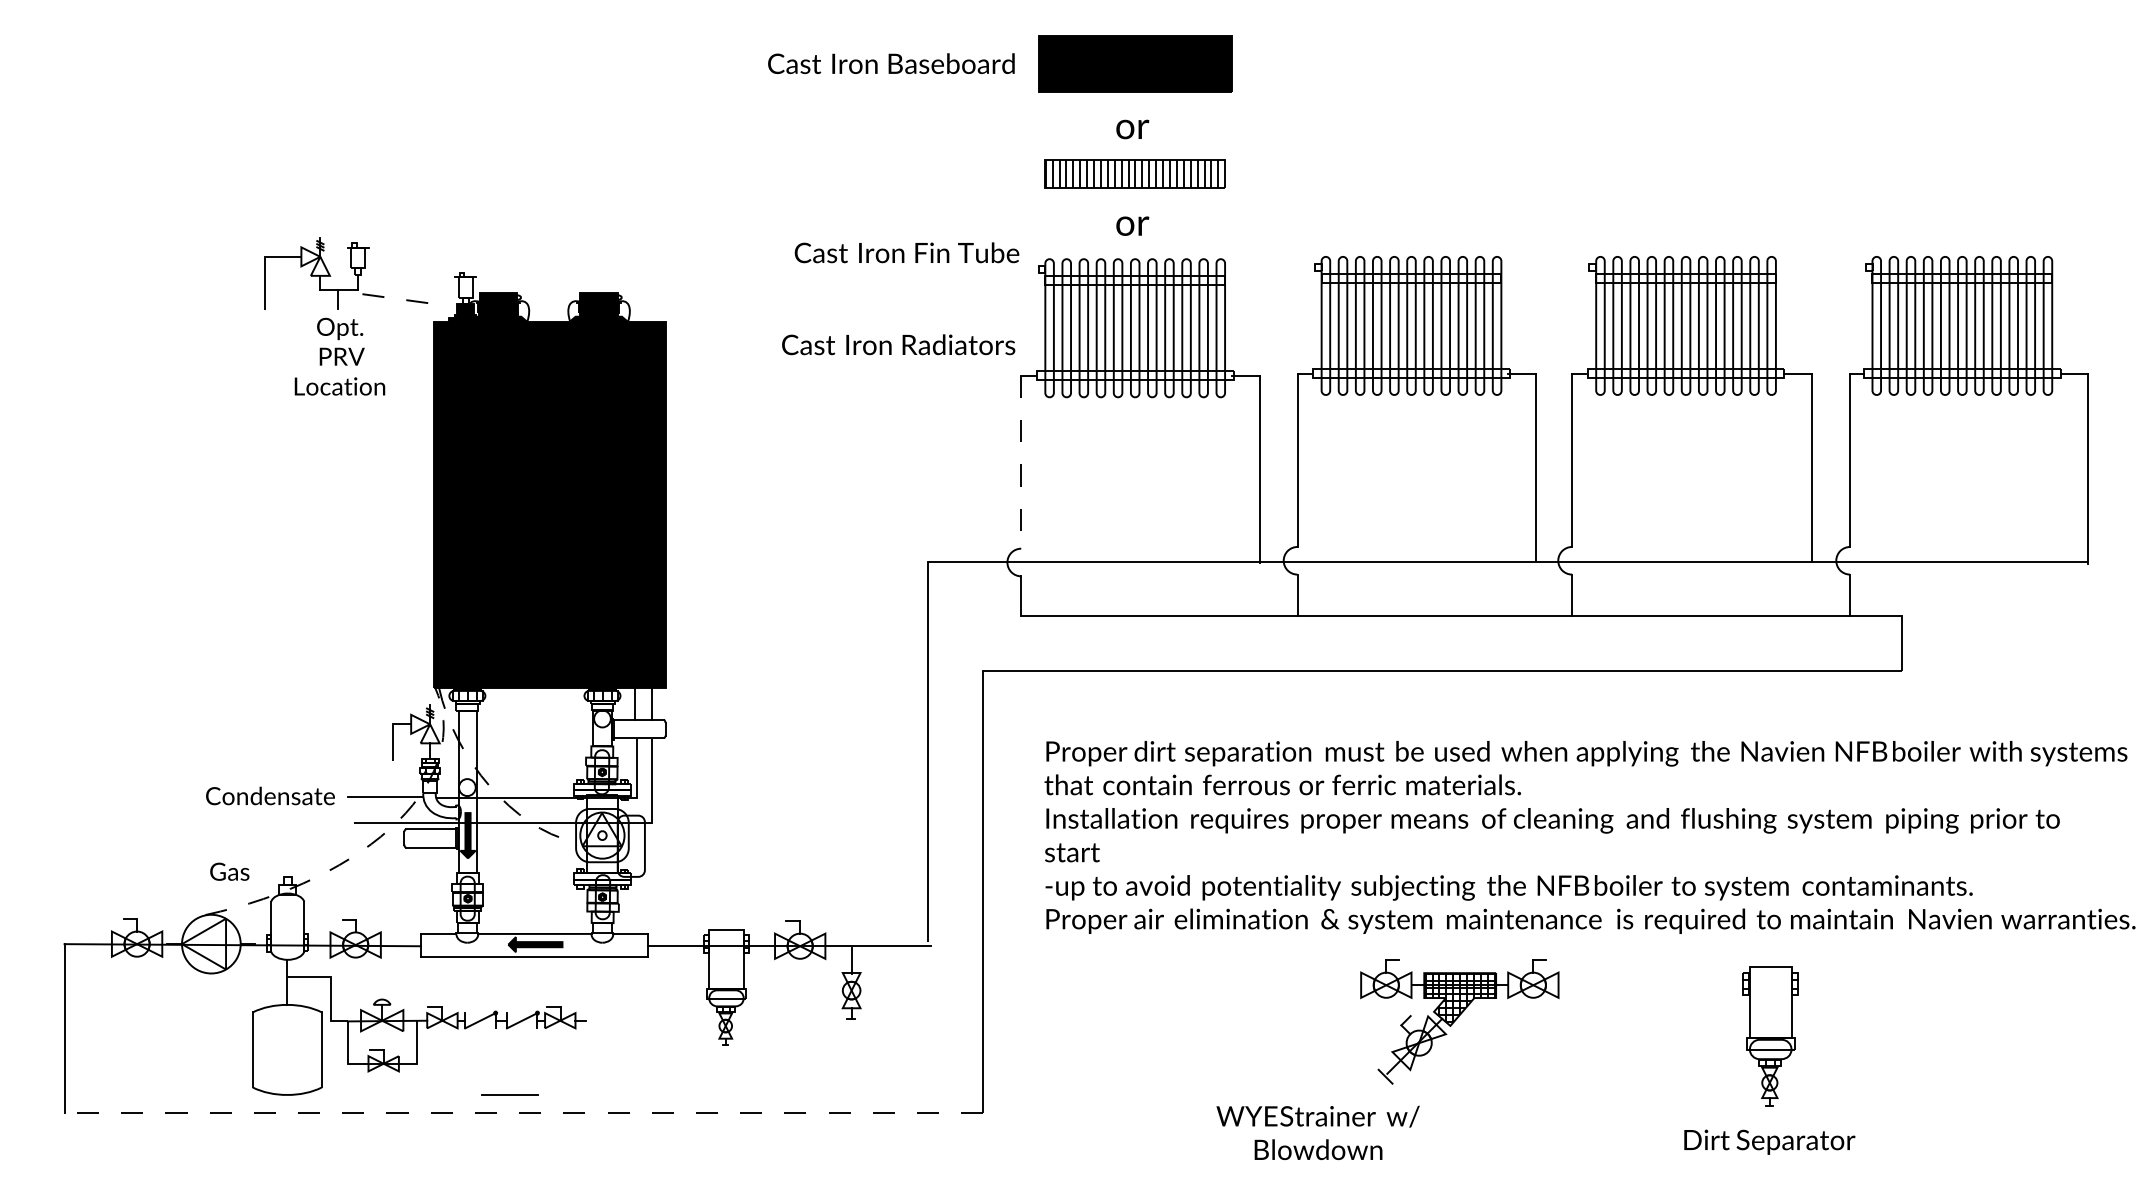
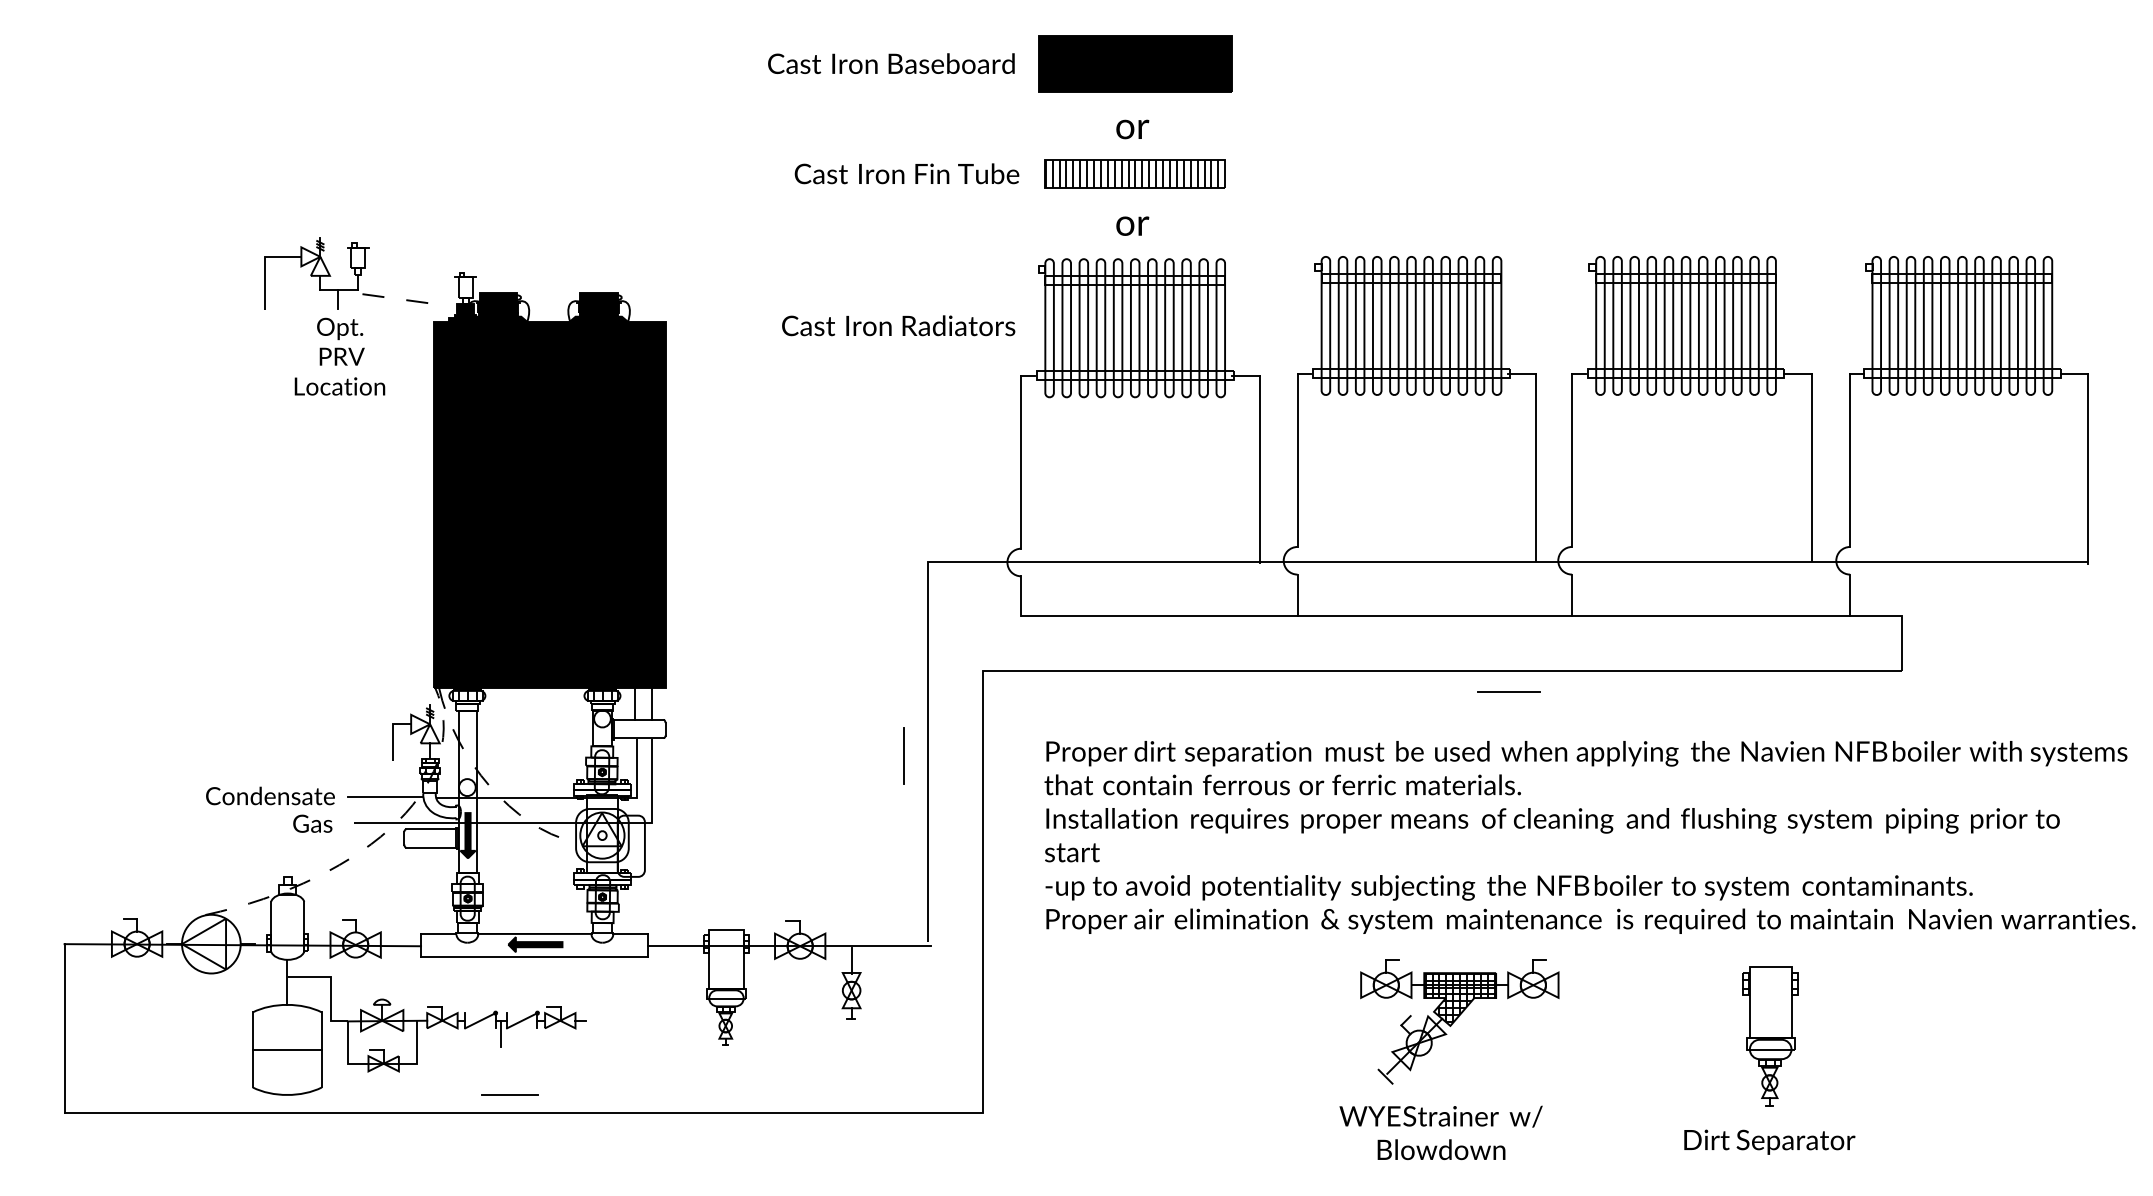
text at (906, 252) position: (906, 252) -> (906, 173)
text at (898, 344) position: (898, 344) -> (898, 325)
line at (1021, 462): dashed -> solid
line at (1509, 692): none -> present
line at (903, 755): none -> present
text at (229, 871) position: (229, 871) -> (312, 823)
line at (501, 1033): none -> present
line at (286, 1049): none -> present
line at (523, 1113): dashed -> solid
text at (1317, 1132) position: (1317, 1132) -> (1440, 1132)
